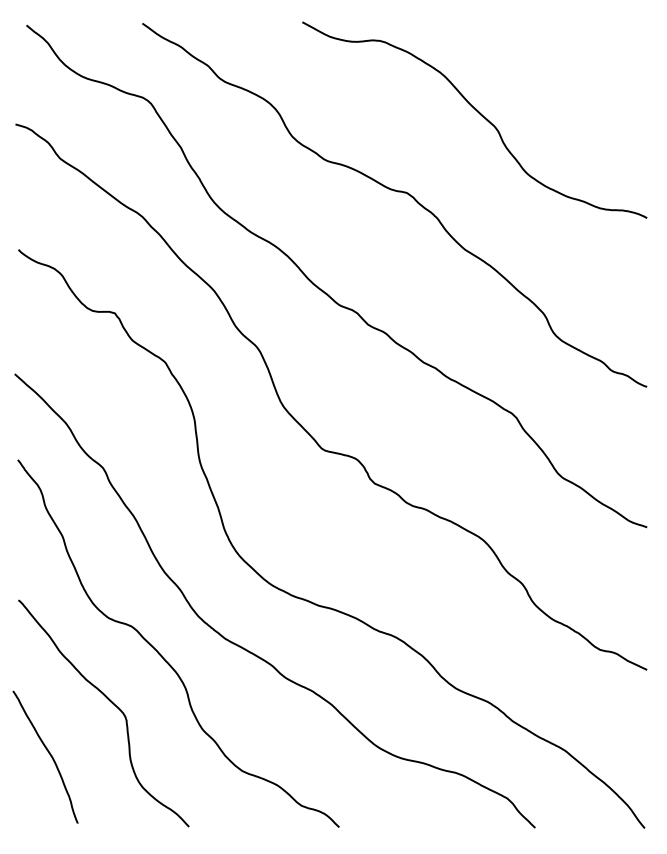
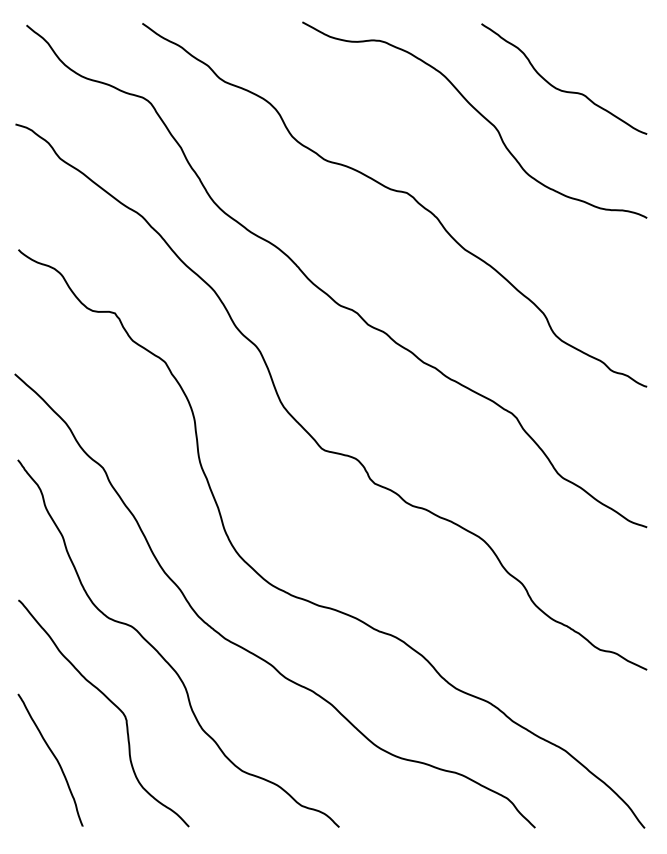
curve at (559, 88): none -> present
curve at (48, 753) position: (48, 753) -> (53, 756)
